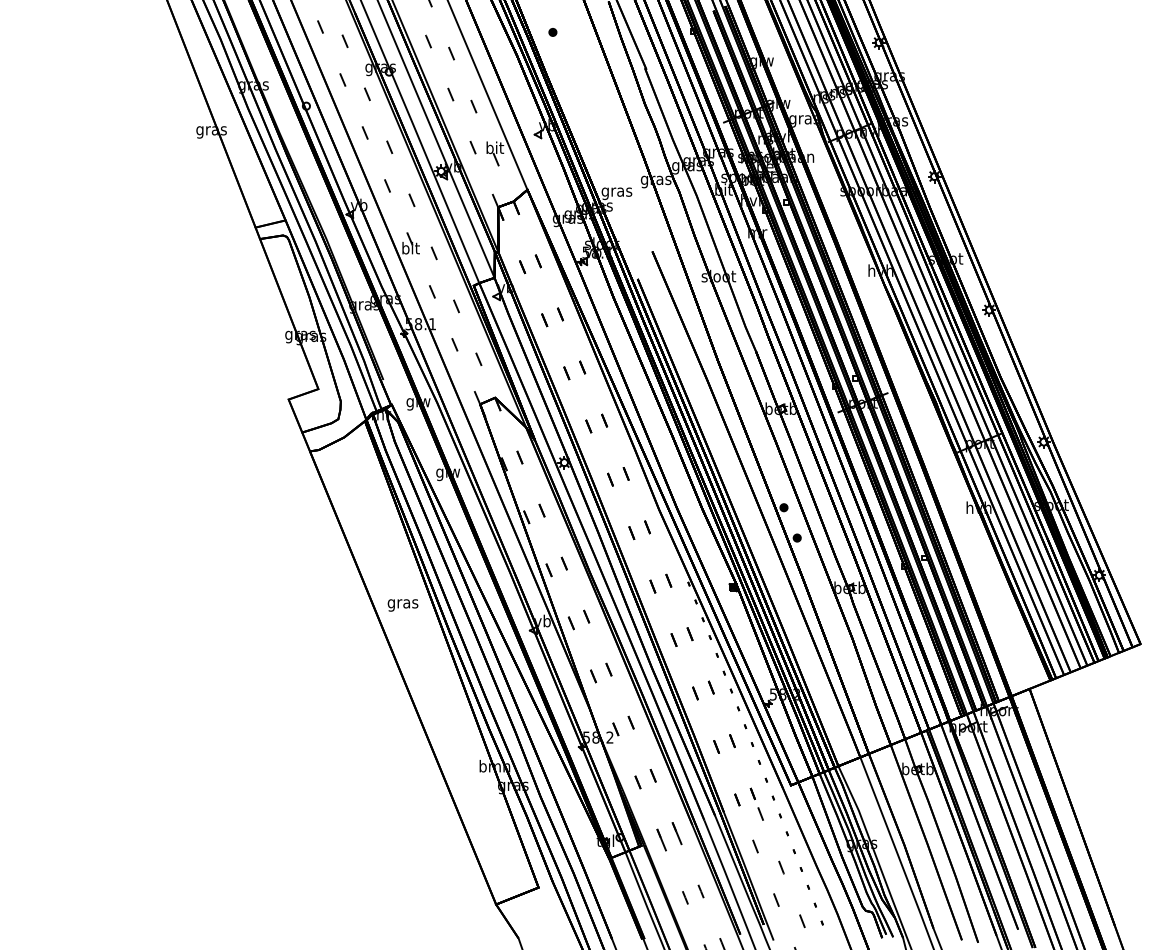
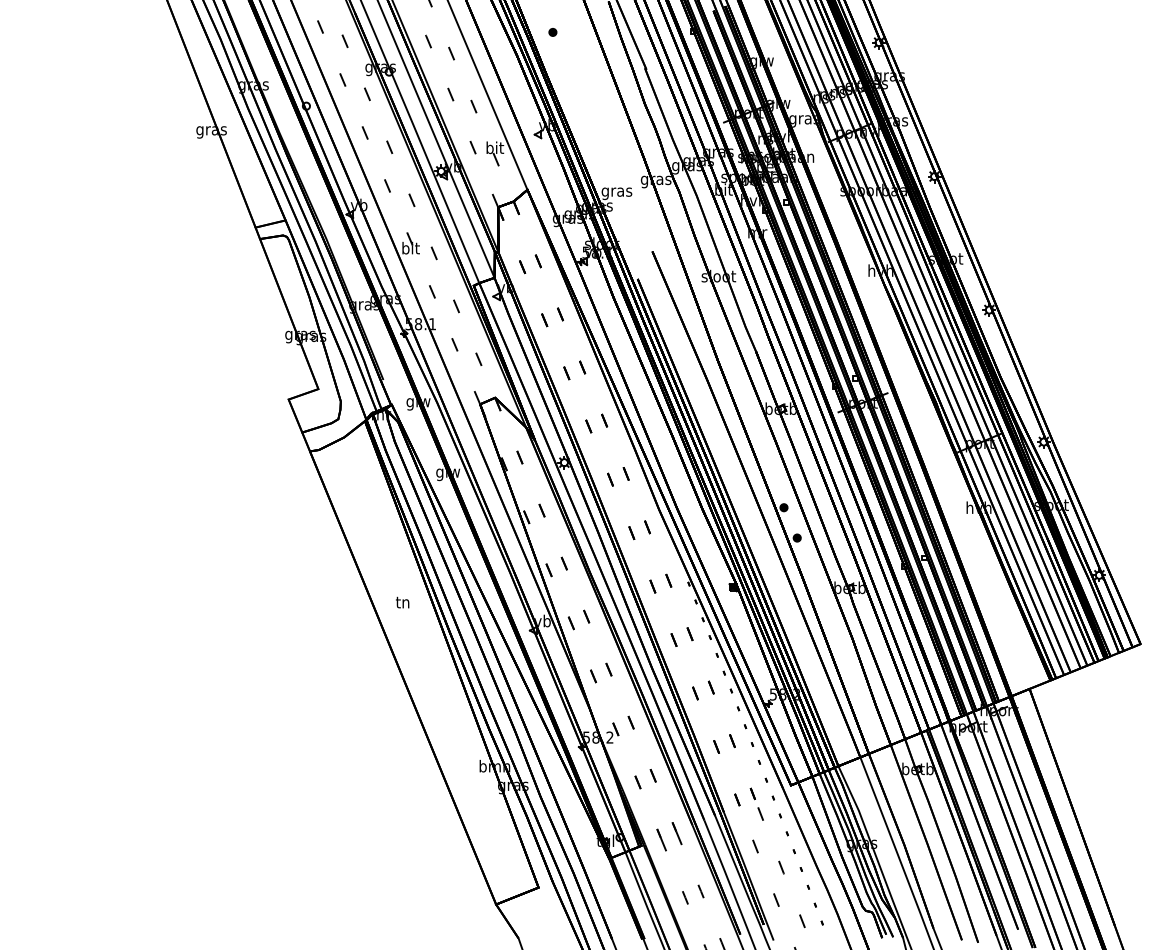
text at (402, 603): gras -> tn
